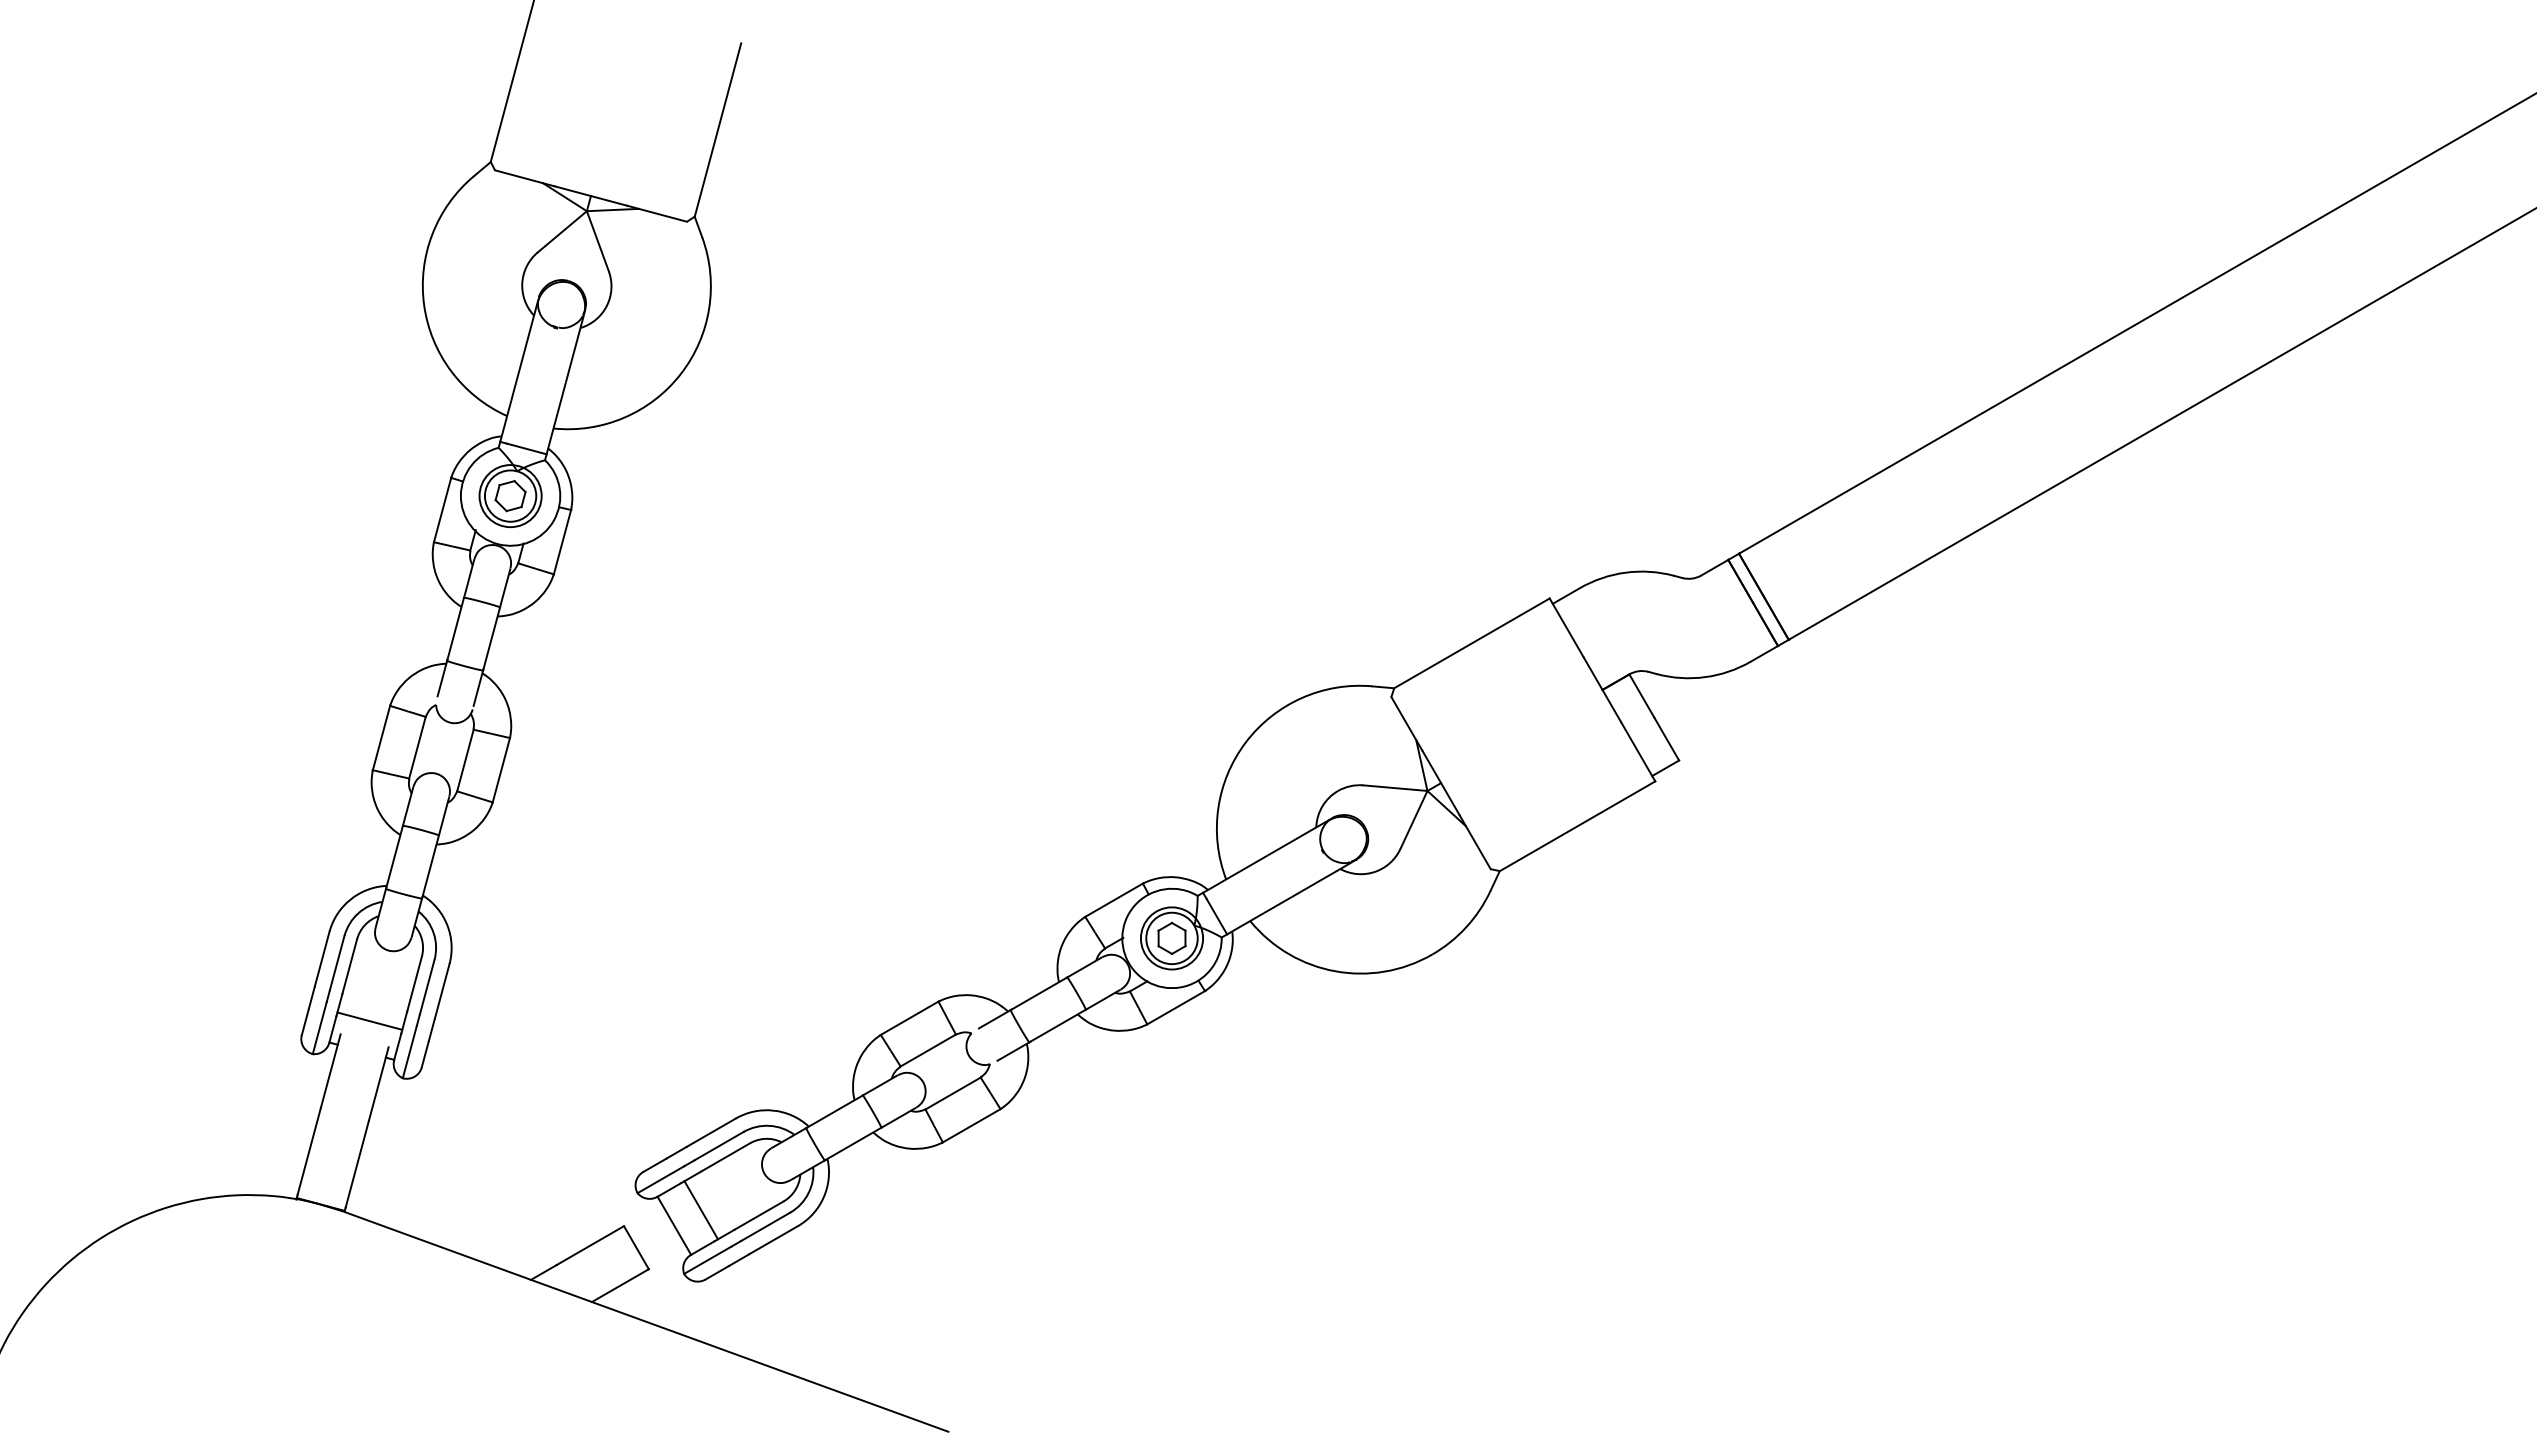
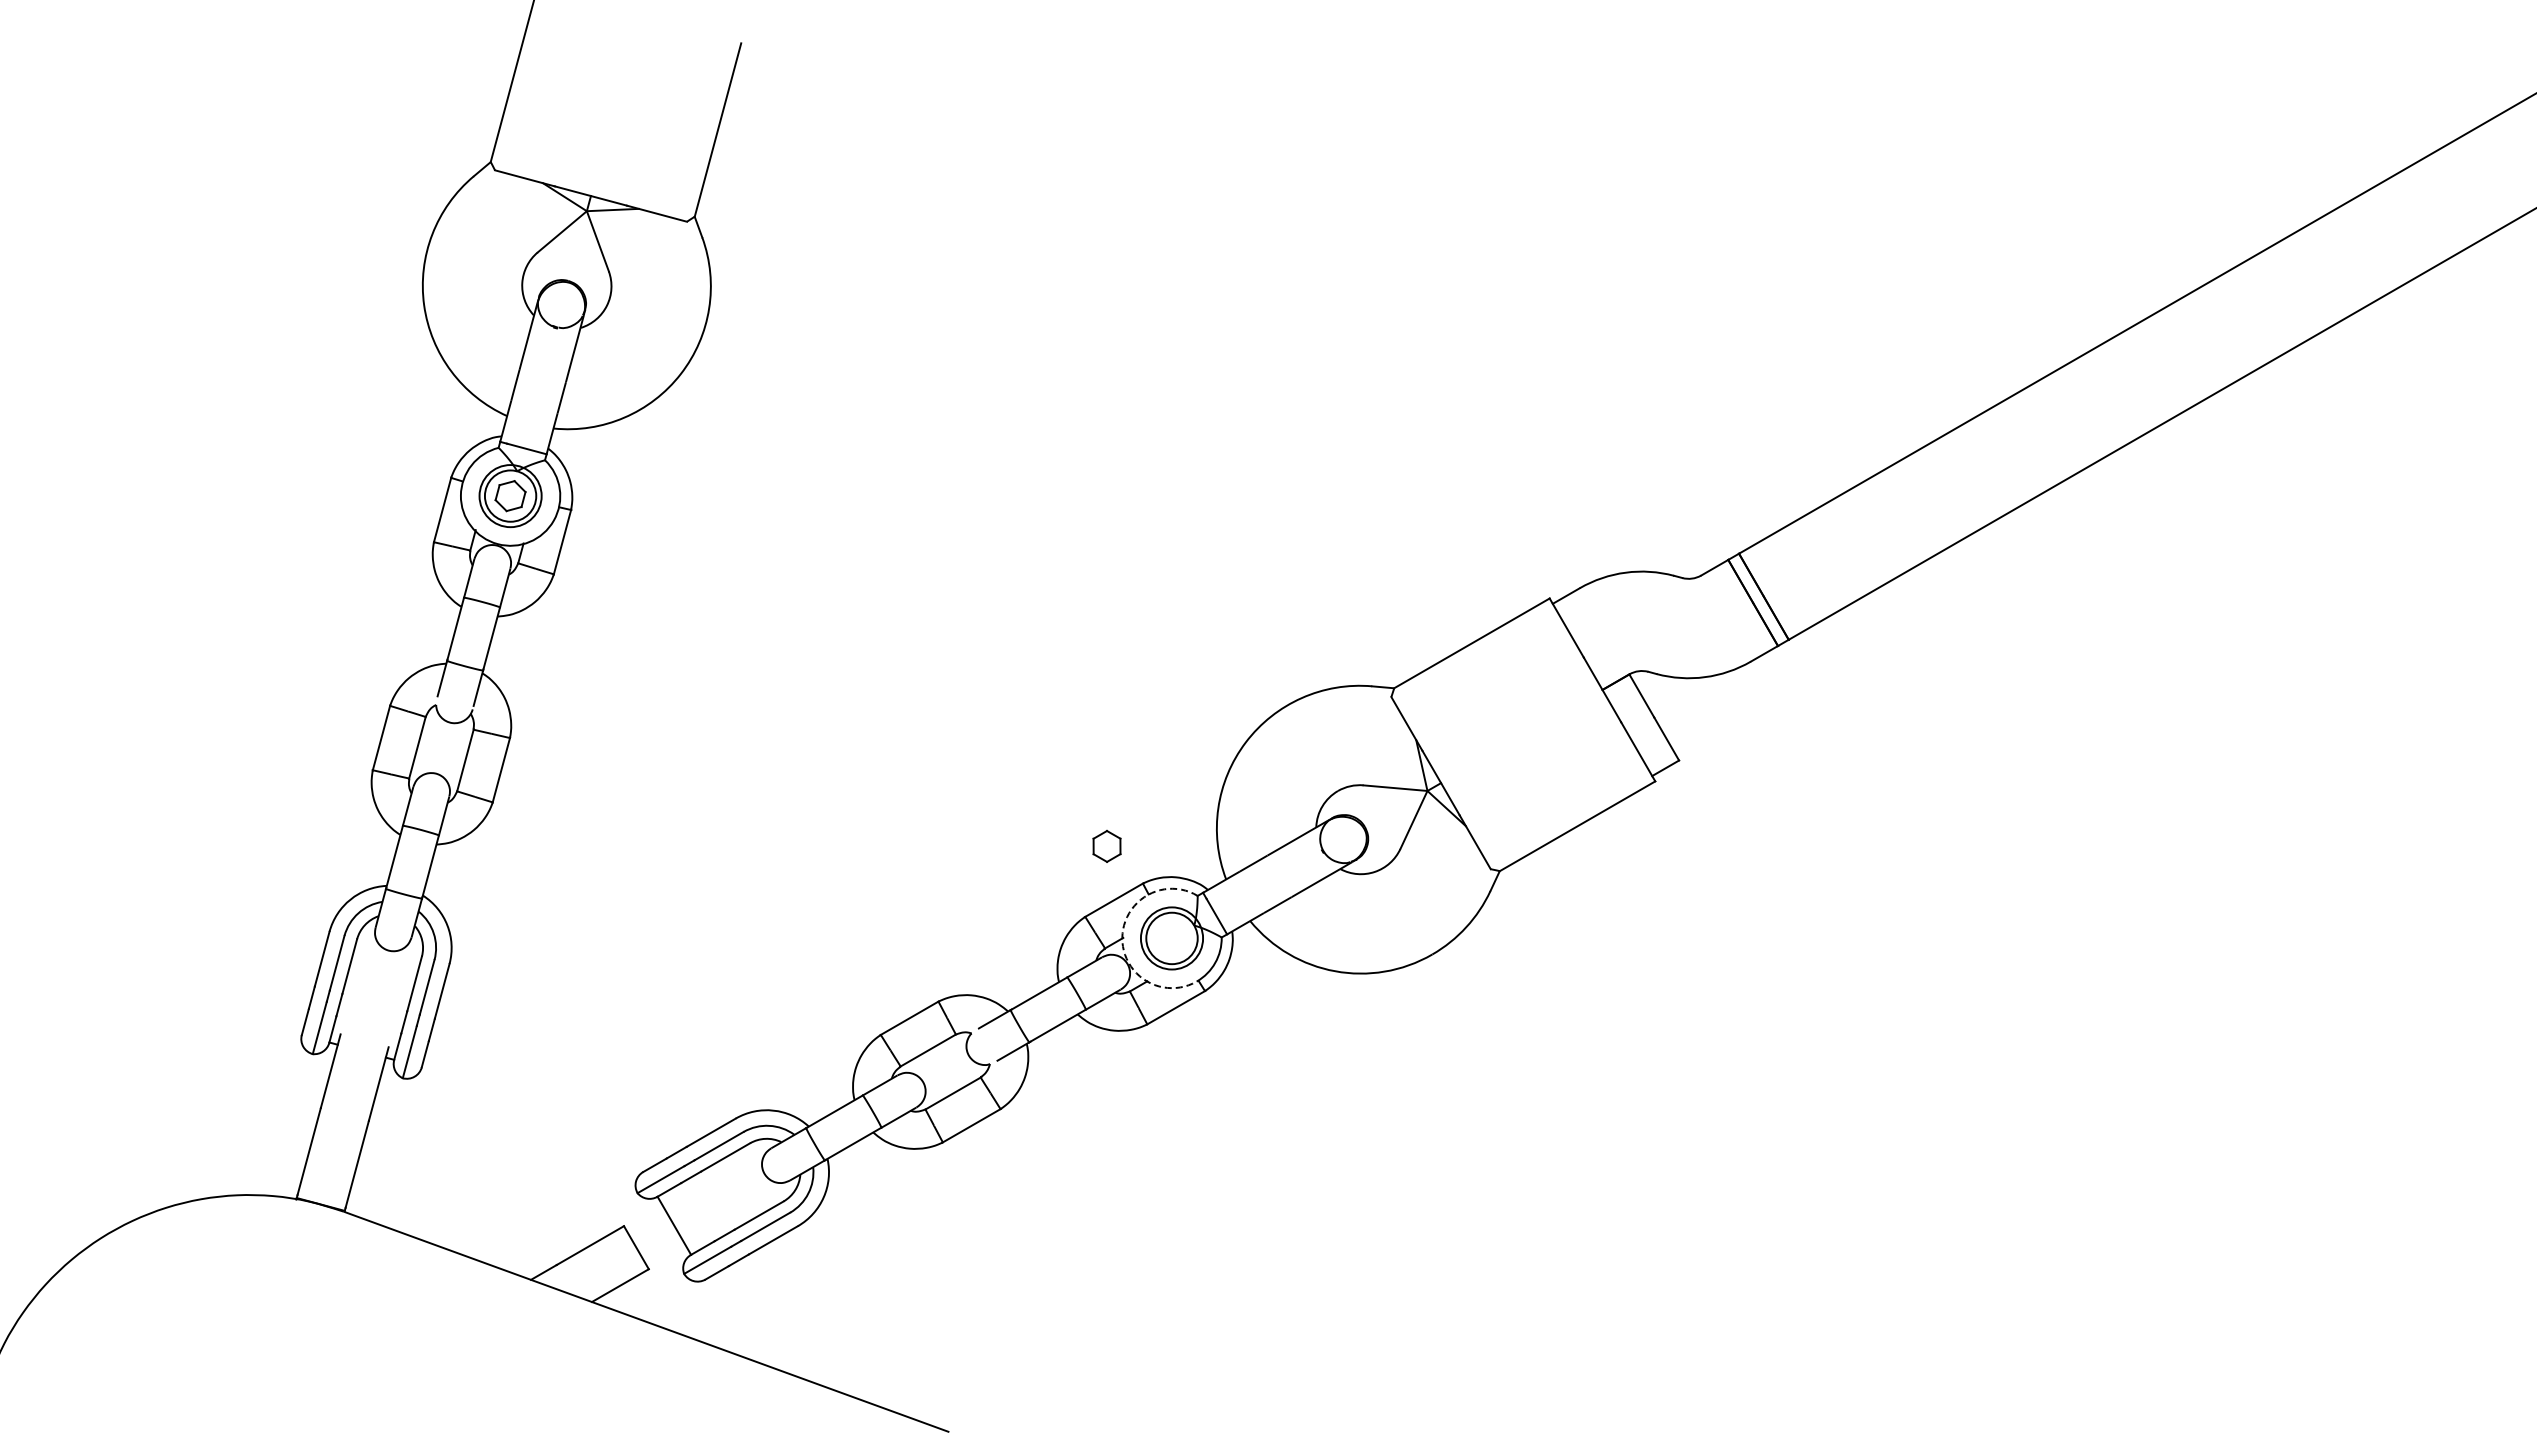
arc at (1122, 937): solid -> dashed
part at (1171, 937) position: (1171, 937) -> (1106, 845)
line at (369, 1020): present -> none
line at (701, 1210): present -> none
